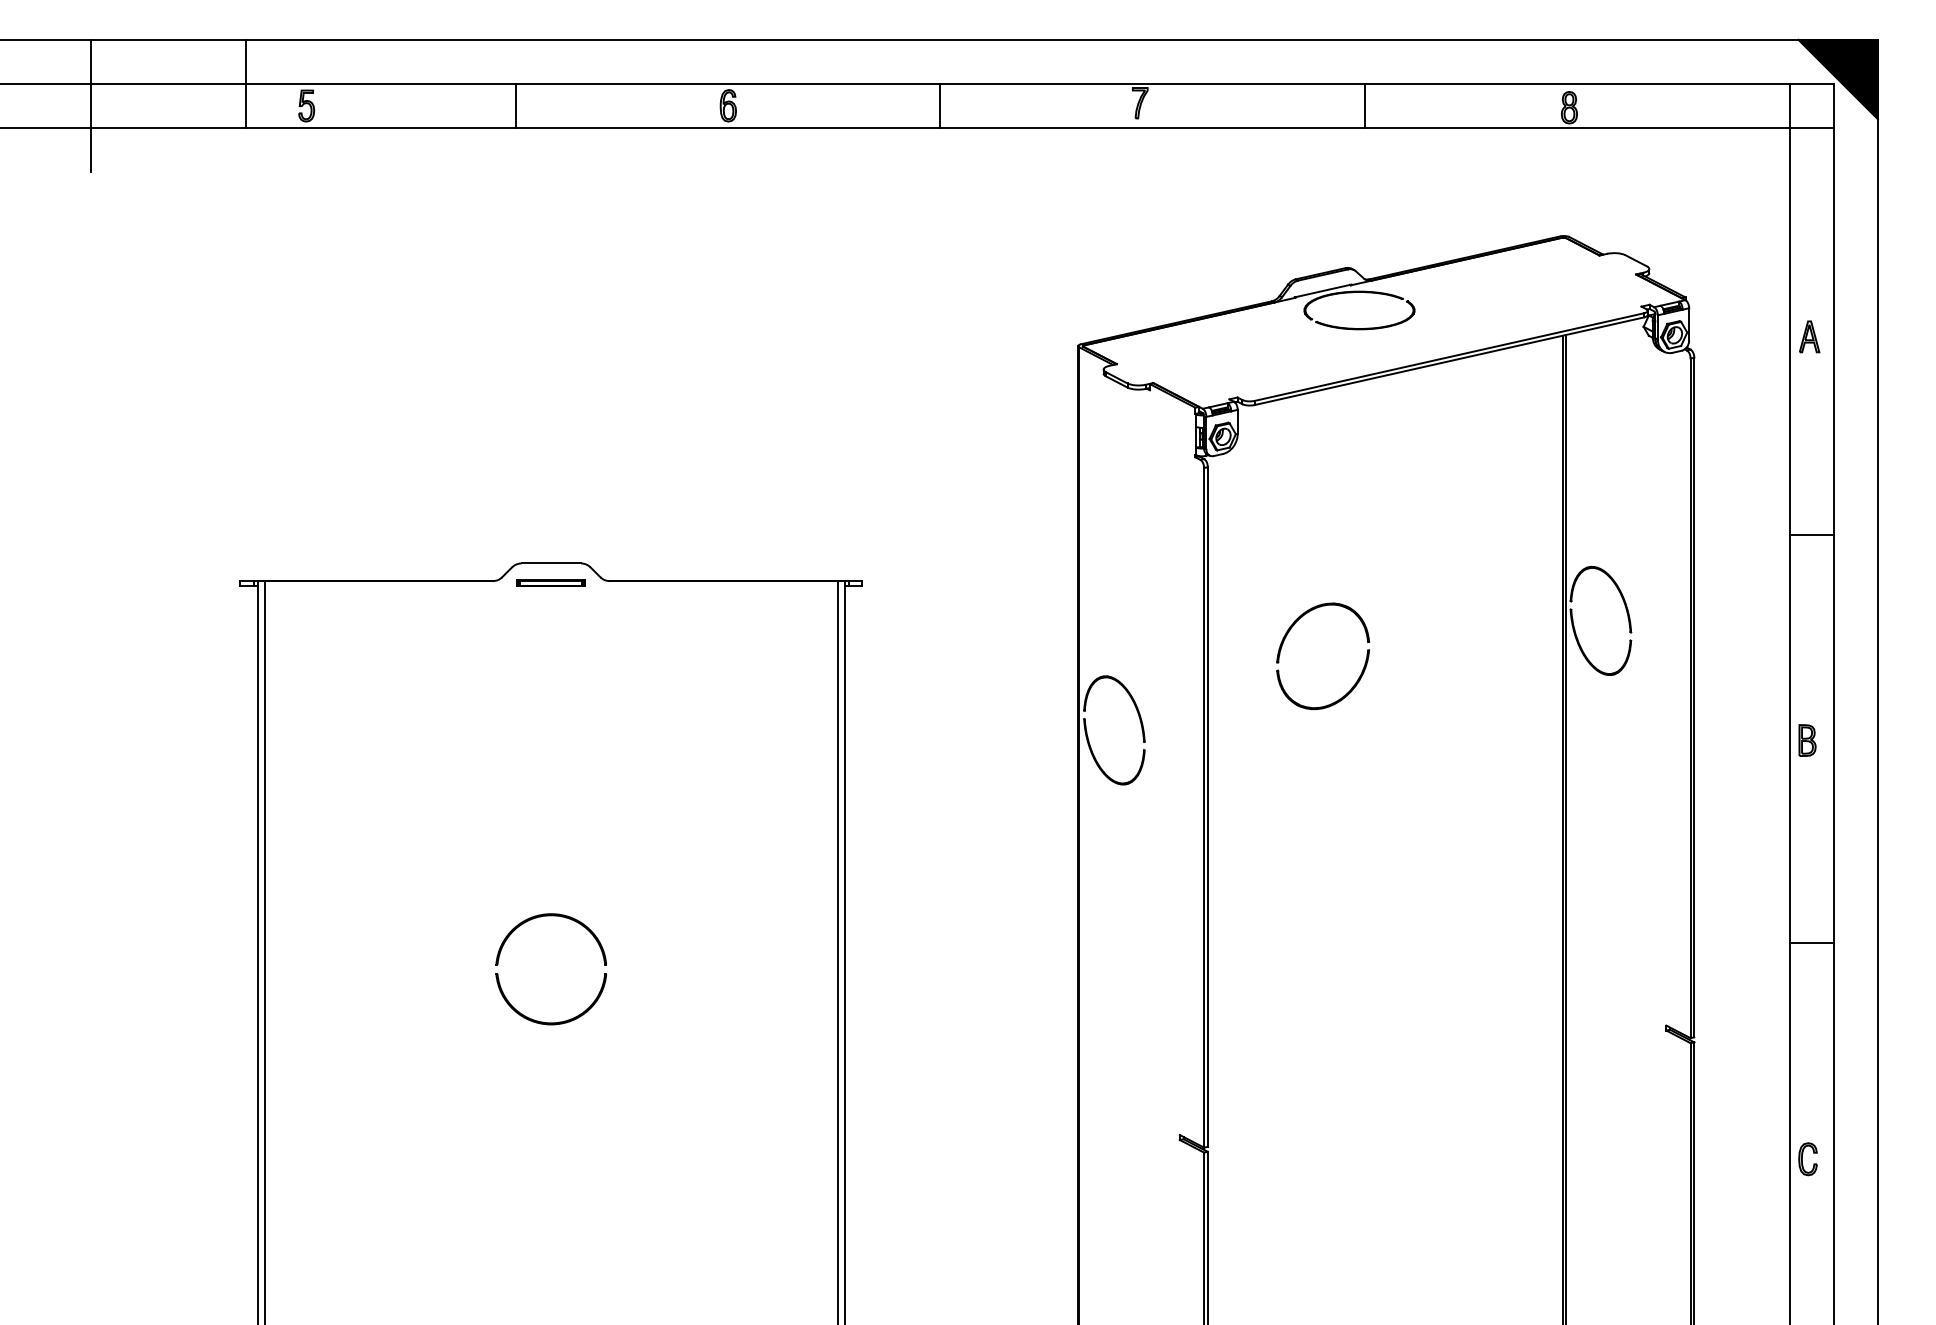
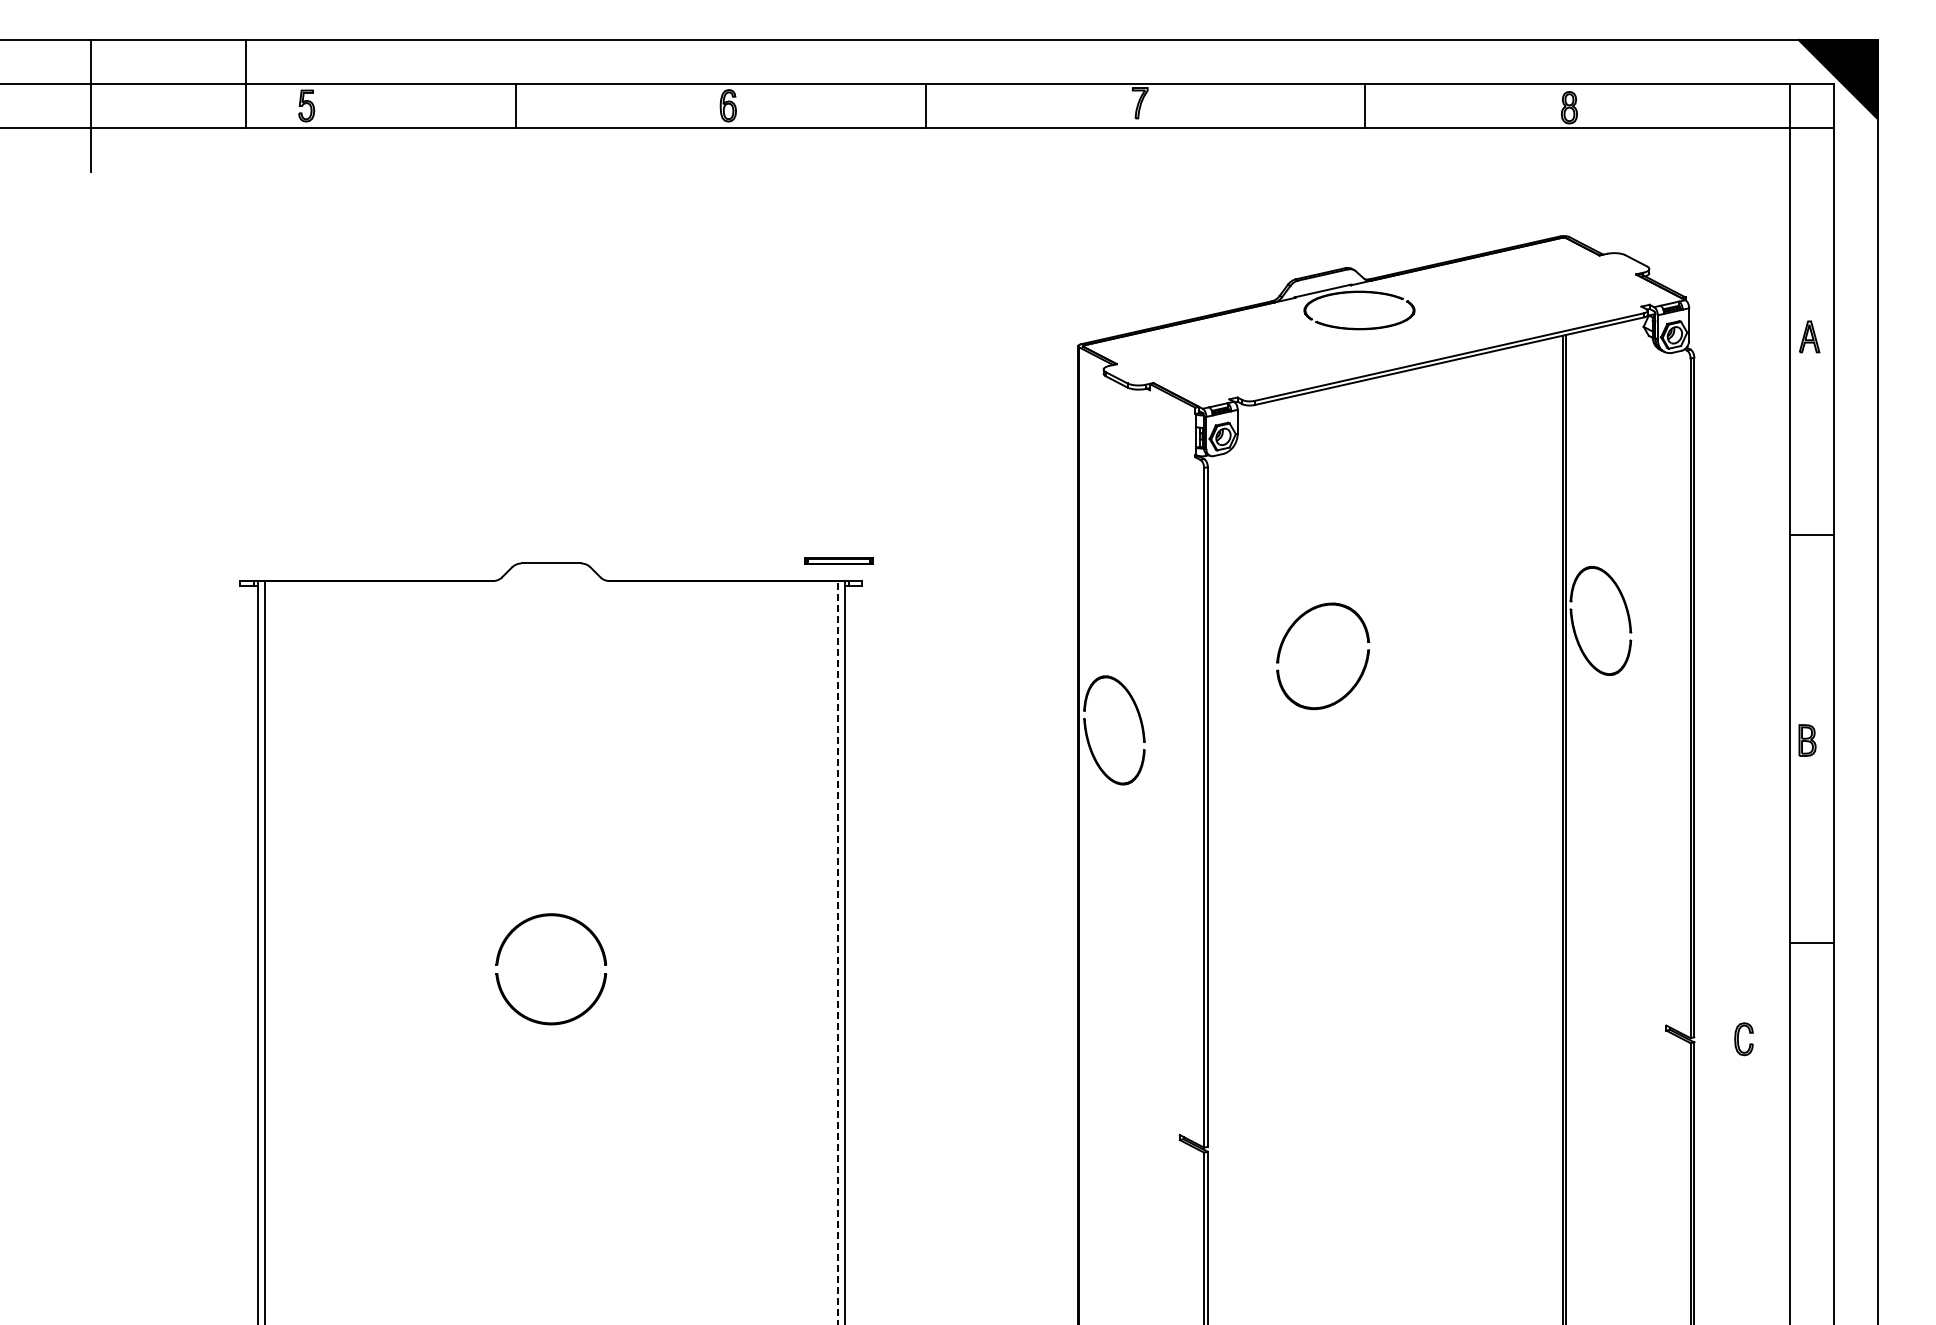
line at (940, 105) position: (940, 105) -> (926, 105)
part at (550, 582) position: (550, 582) -> (838, 560)
line at (838, 952): solid -> dashed
part at (1807, 1159) position: (1807, 1159) -> (1743, 1039)
